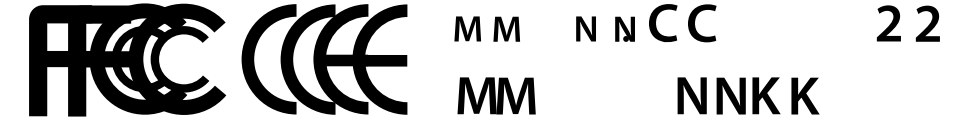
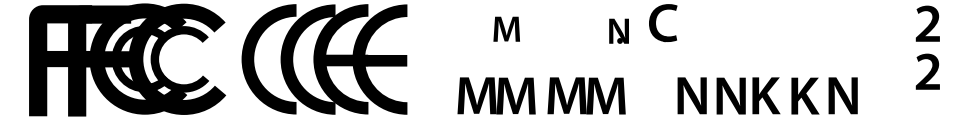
fill at (888, 23): present -> none
part at (695, 25): present -> none
fill at (467, 28): present -> none
fill at (586, 28): present -> none
part at (624, 28) position: (624, 28) -> (618, 30)
part at (927, 71): none -> present
part at (586, 95): none -> present
part at (842, 95): none -> present
